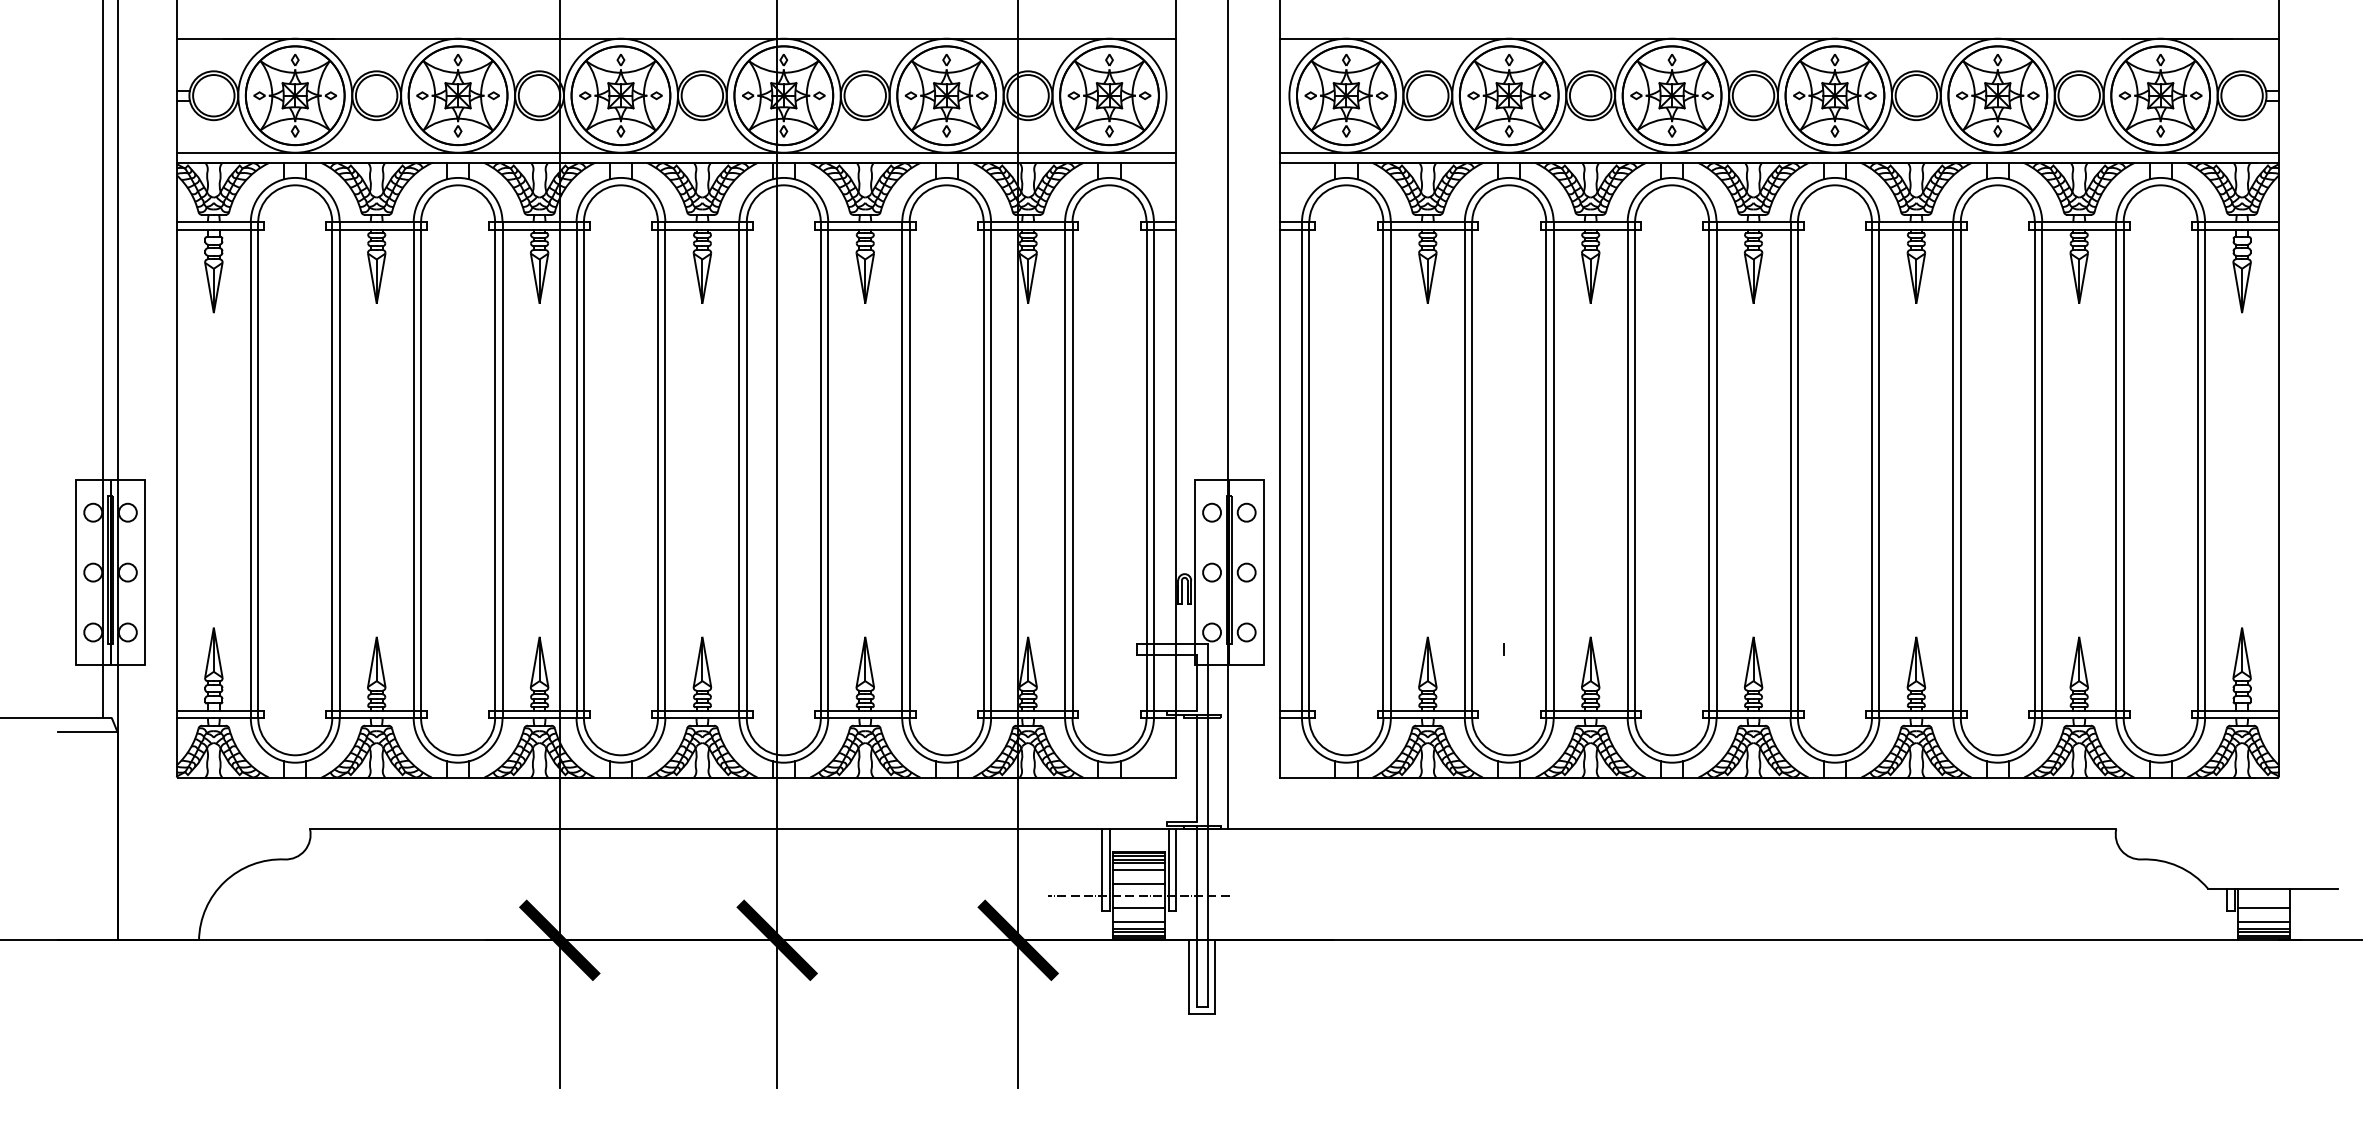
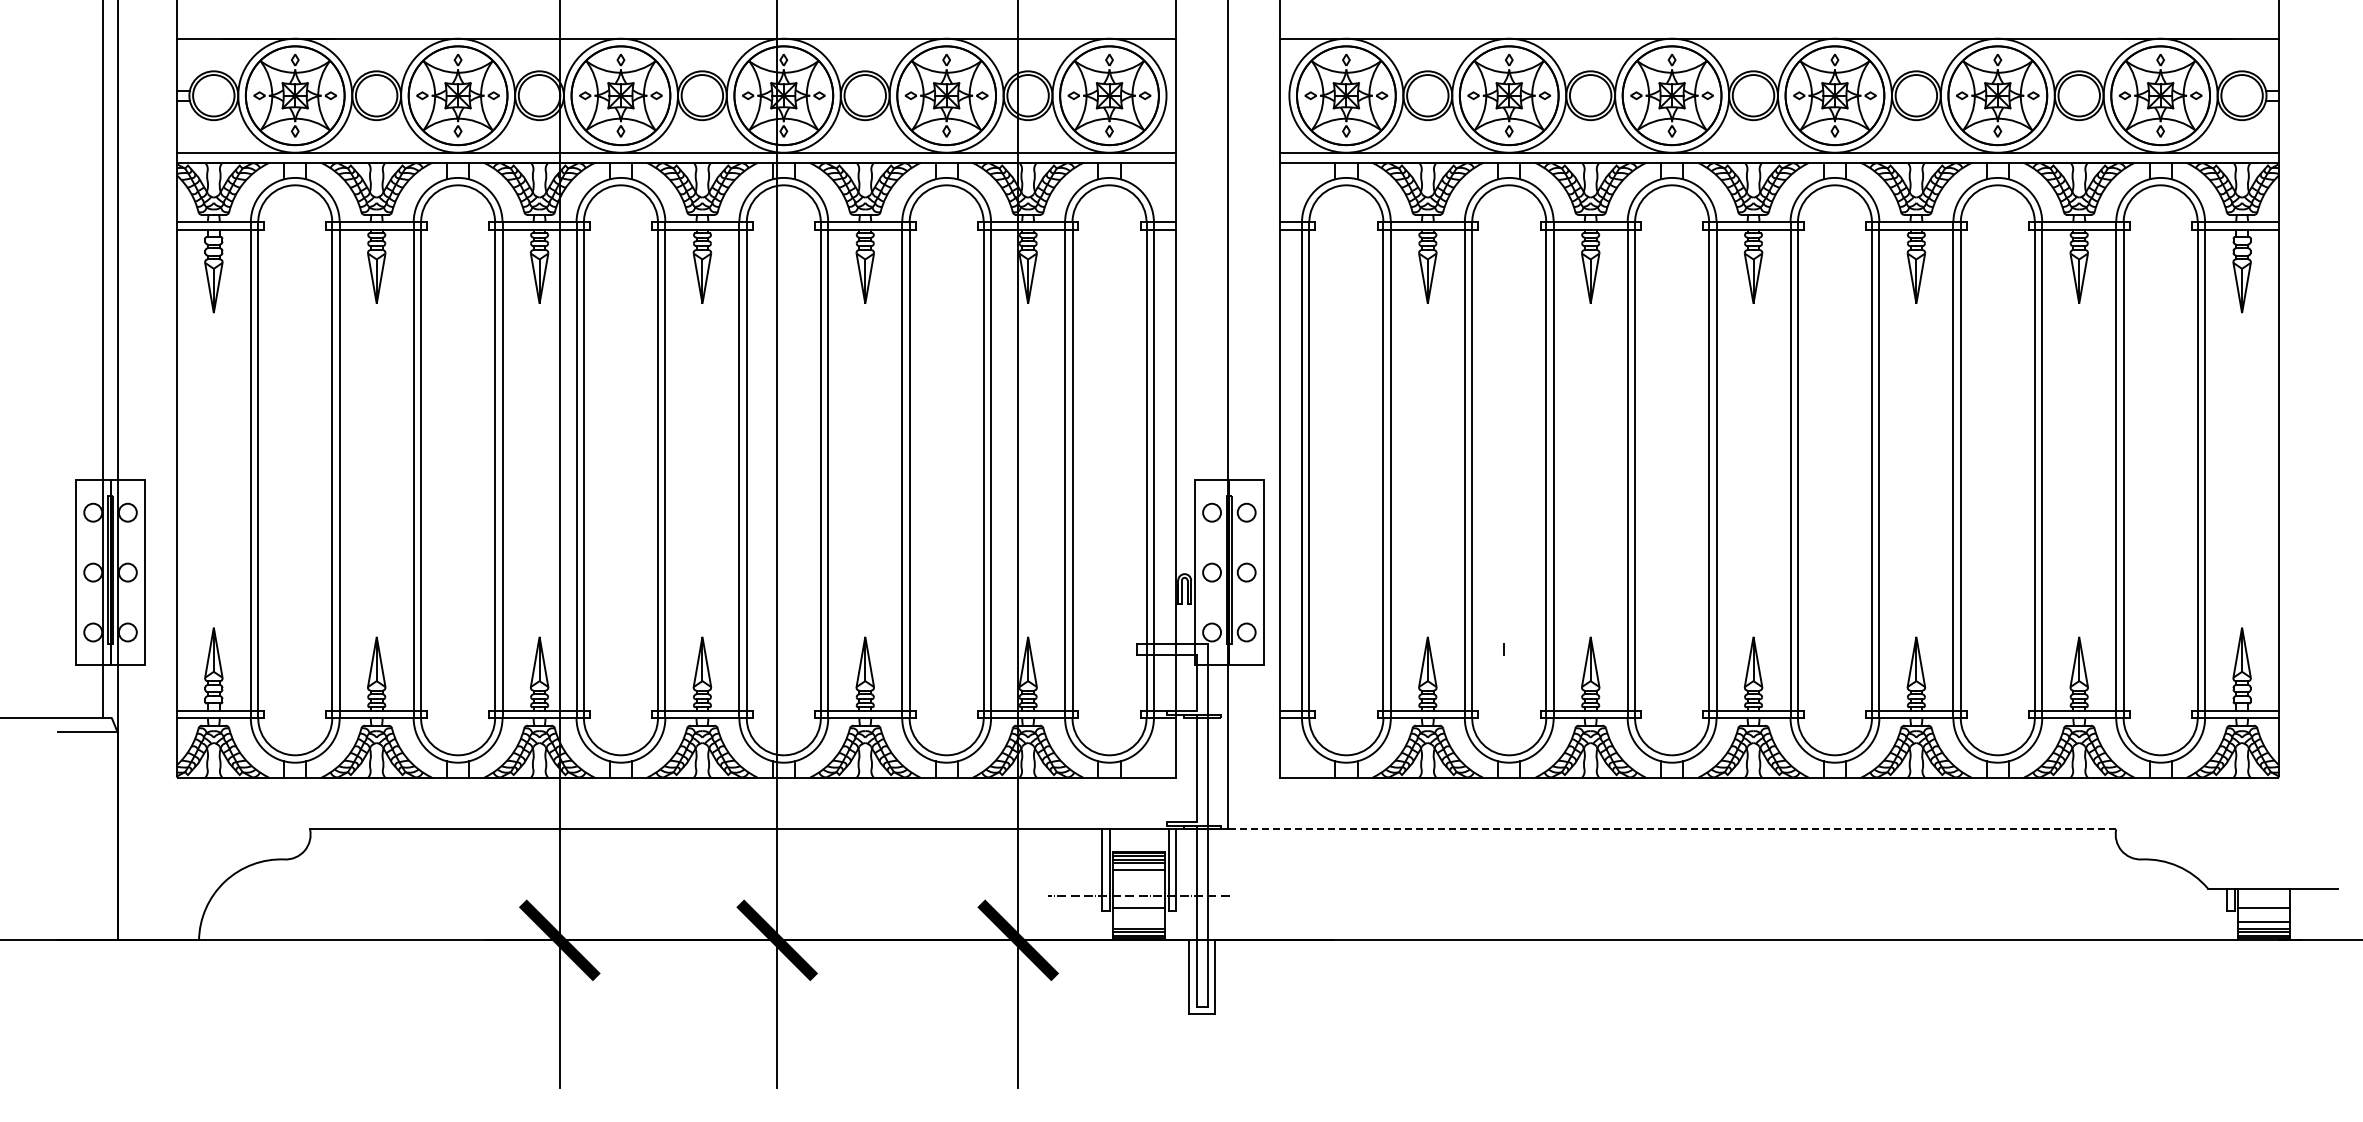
line at (1671, 829): solid -> dashed
line at (1139, 884): present -> none
line at (1139, 922): present -> none
